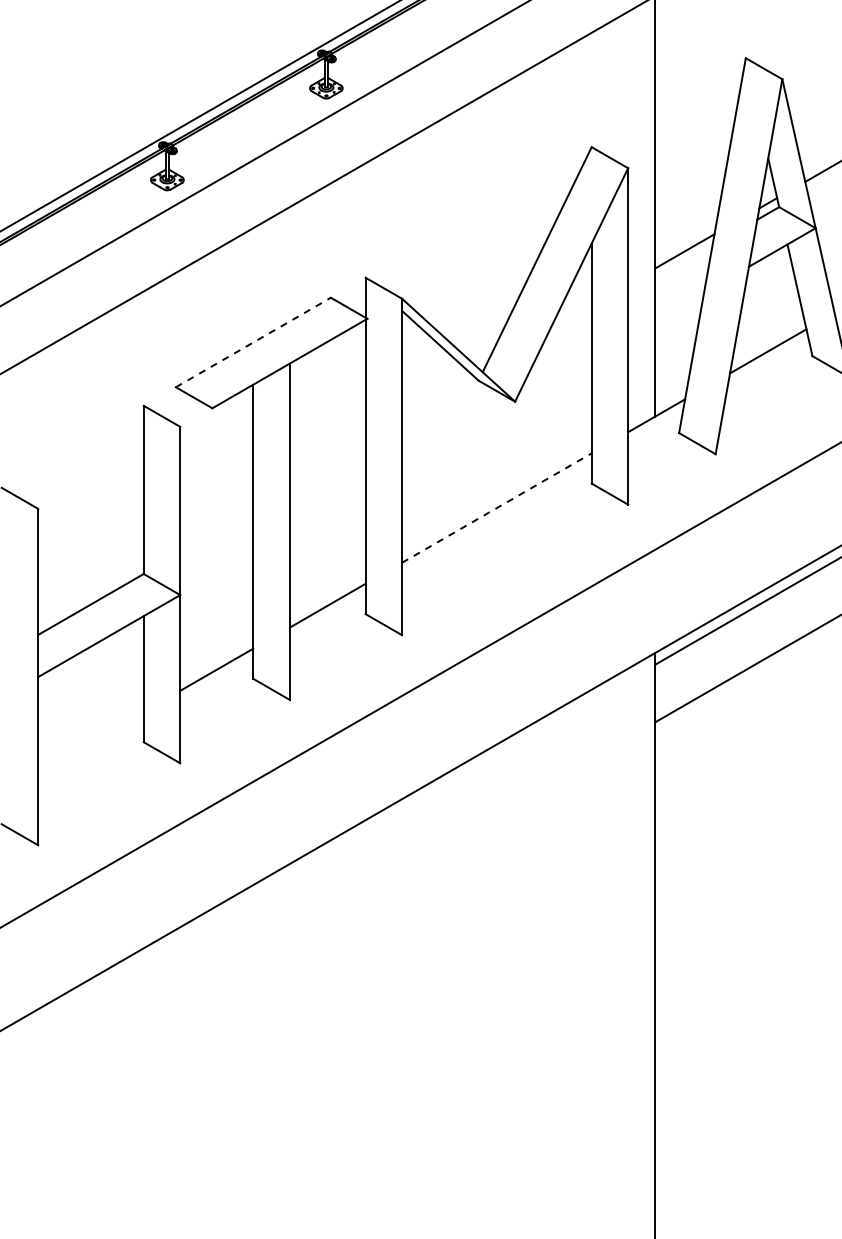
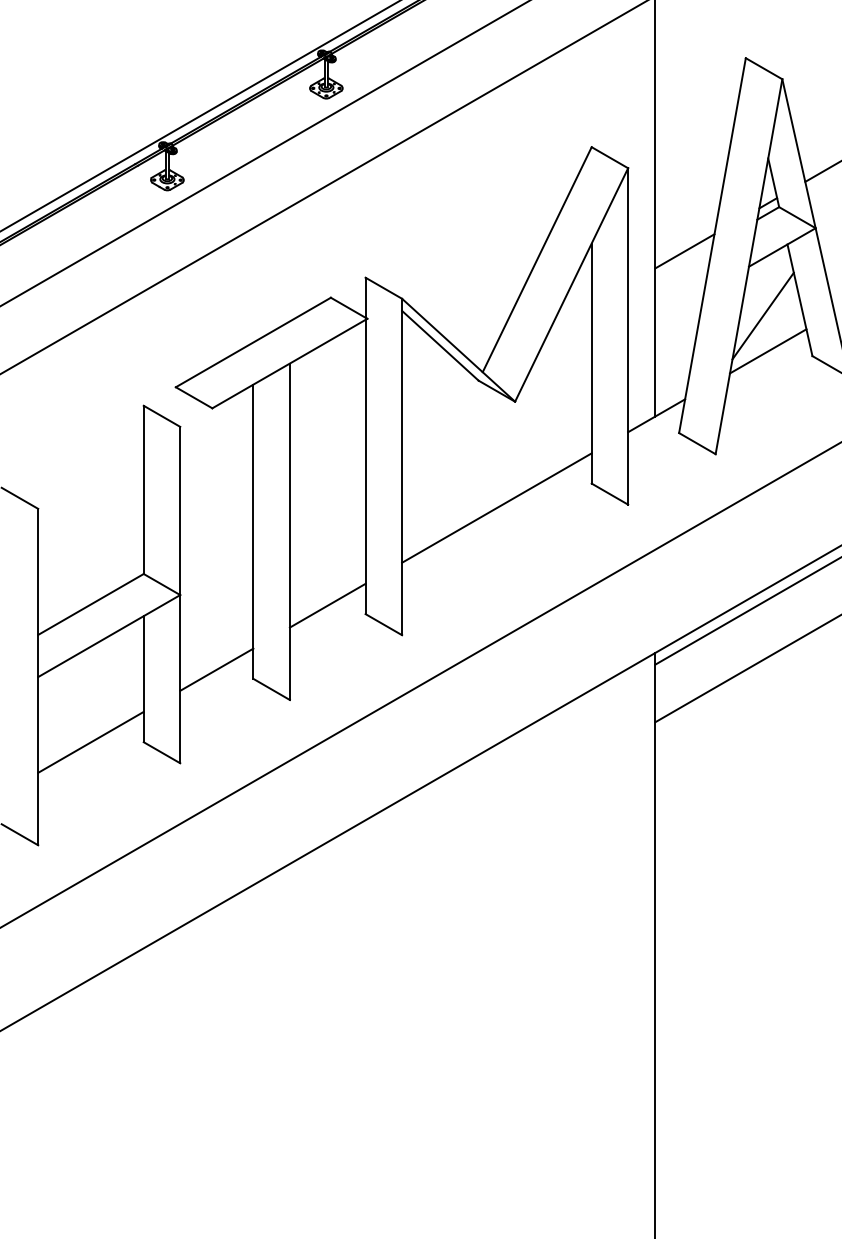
line at (762, 315): none -> present
line at (253, 342): dashed -> solid
line at (497, 507): dashed -> solid
line at (90, 741): none -> present
